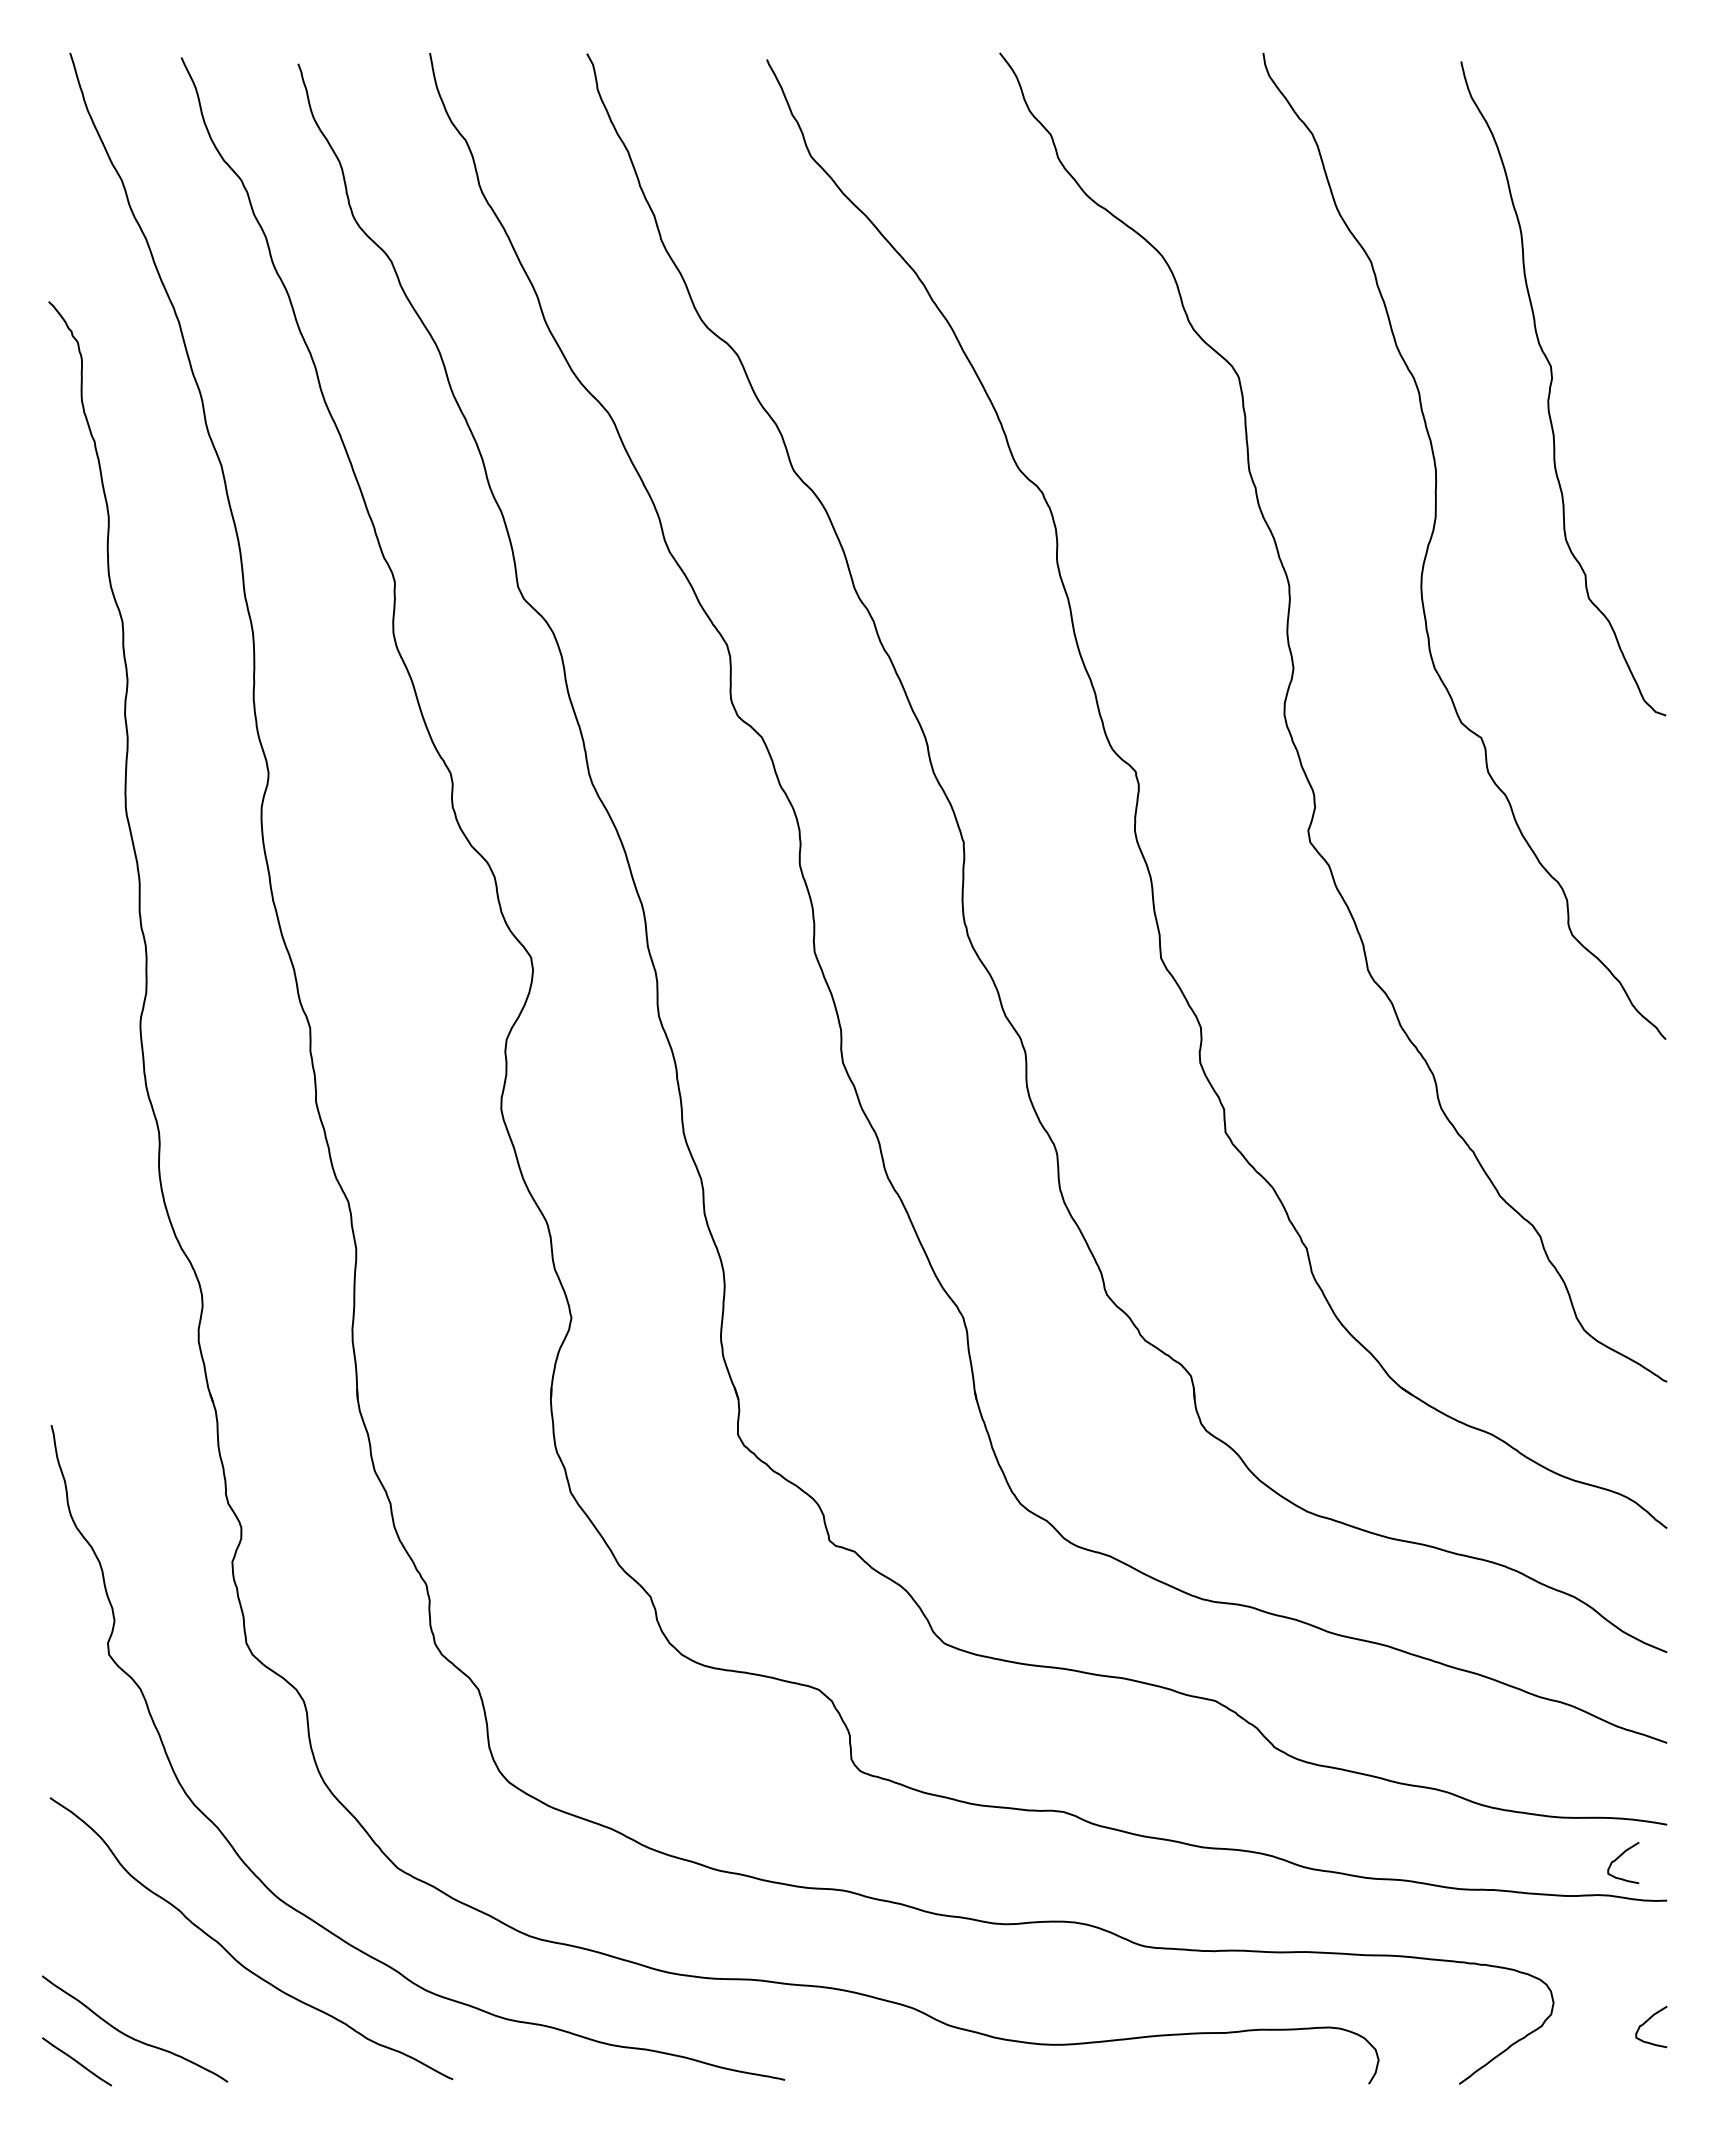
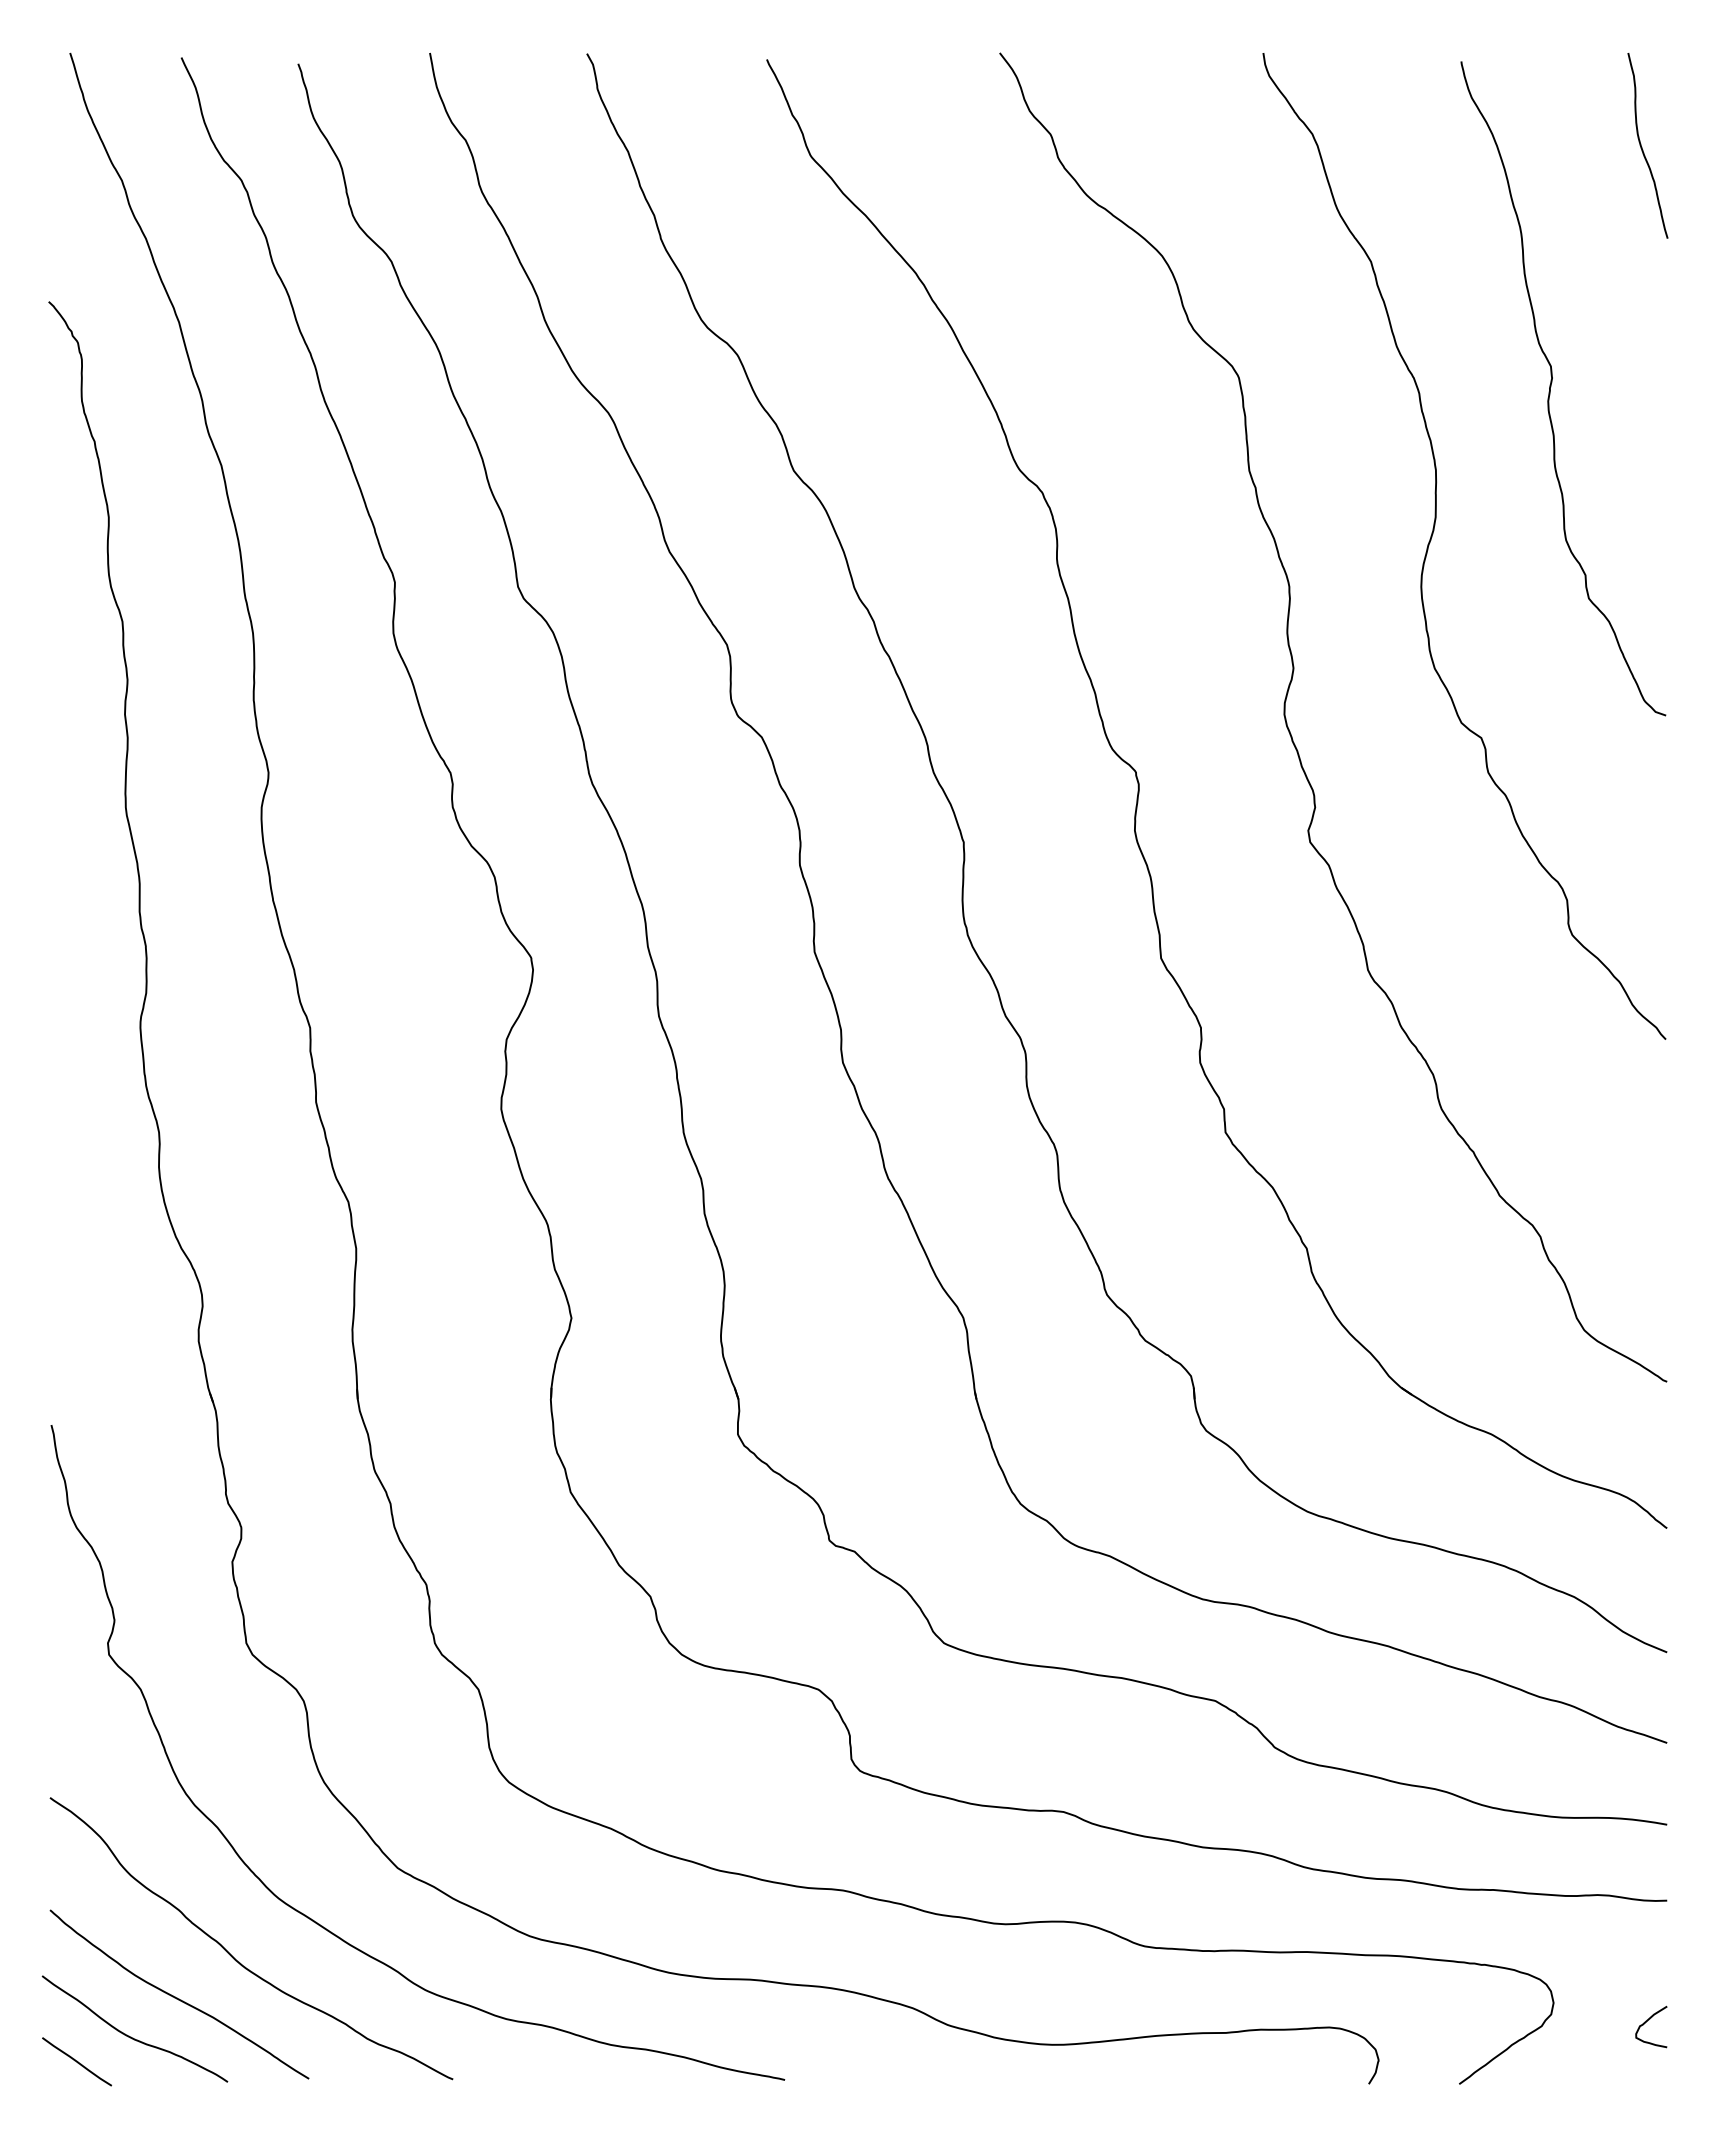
curve at (1642, 147): none -> present
curve at (1619, 1857): present -> none
curve at (177, 1997): none -> present
